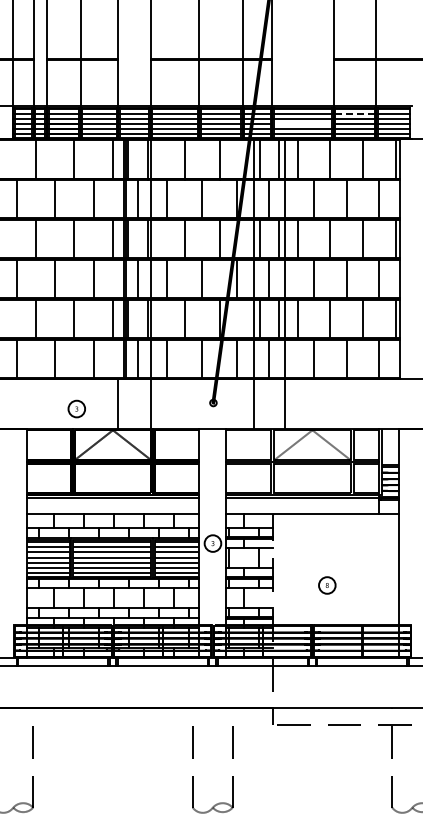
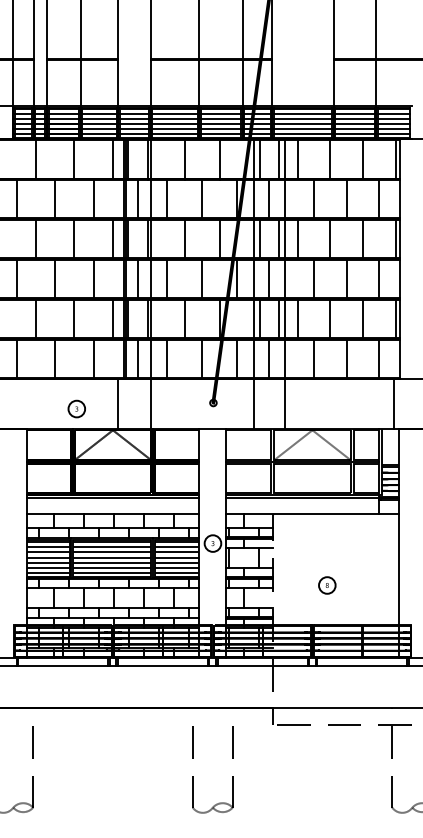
line at (355, 114): dashed -> solid
line at (302, 124): none -> present
line at (393, 403): none -> present
